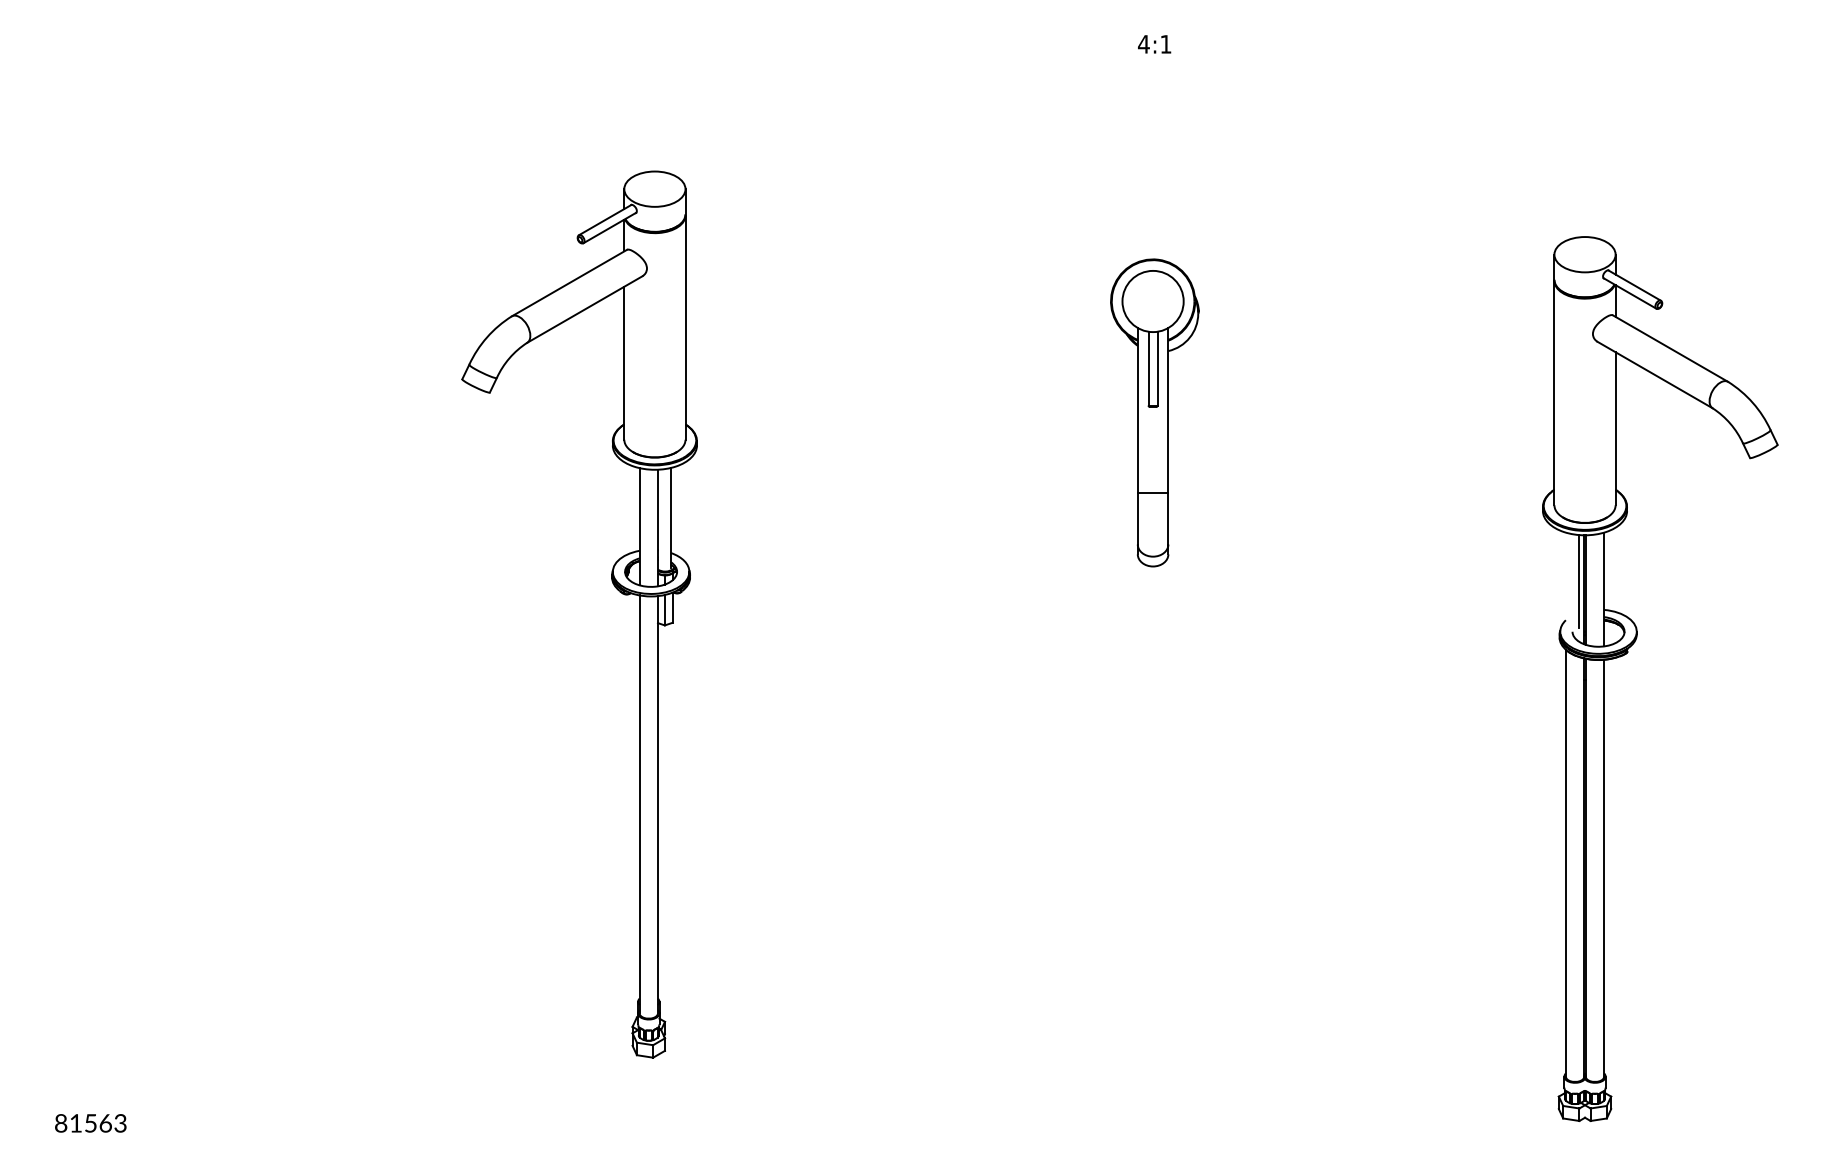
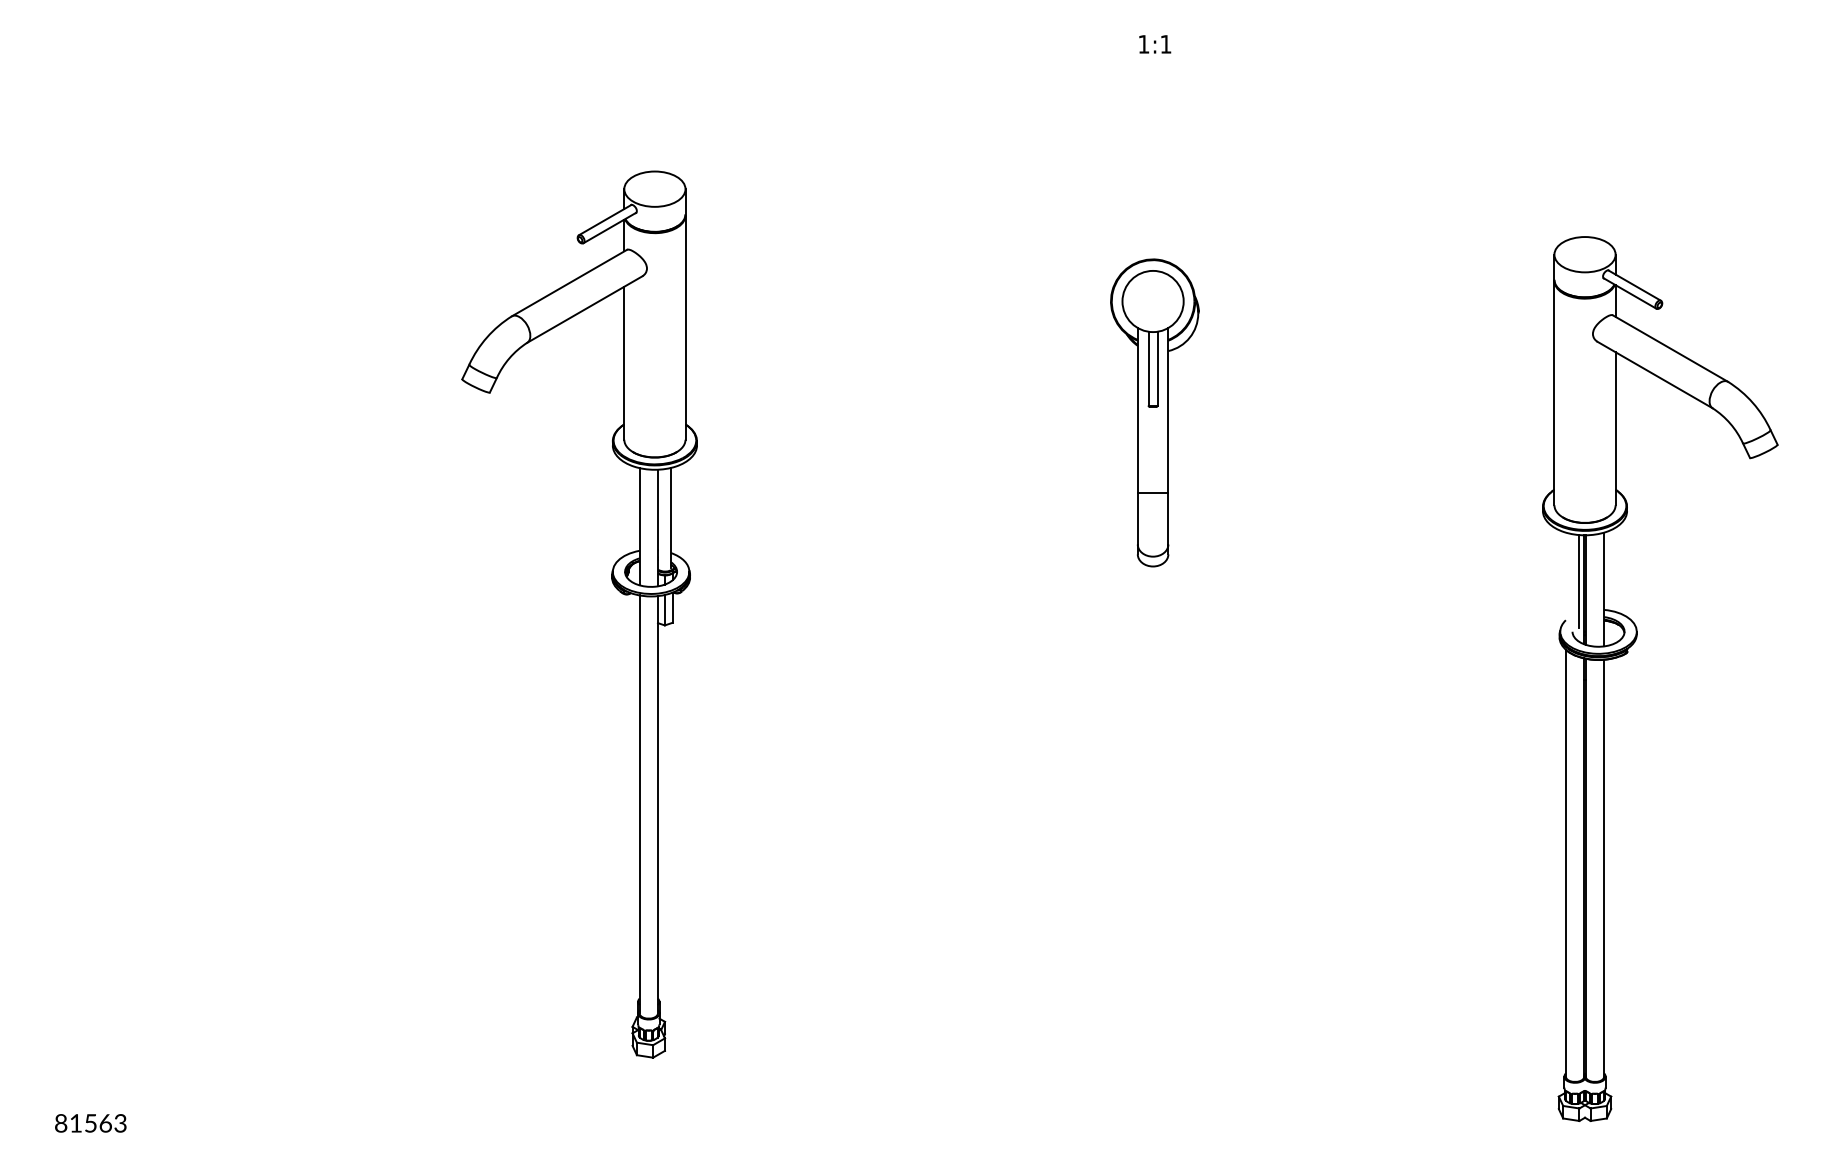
text at (1143, 44): 4:1 -> 1:1
